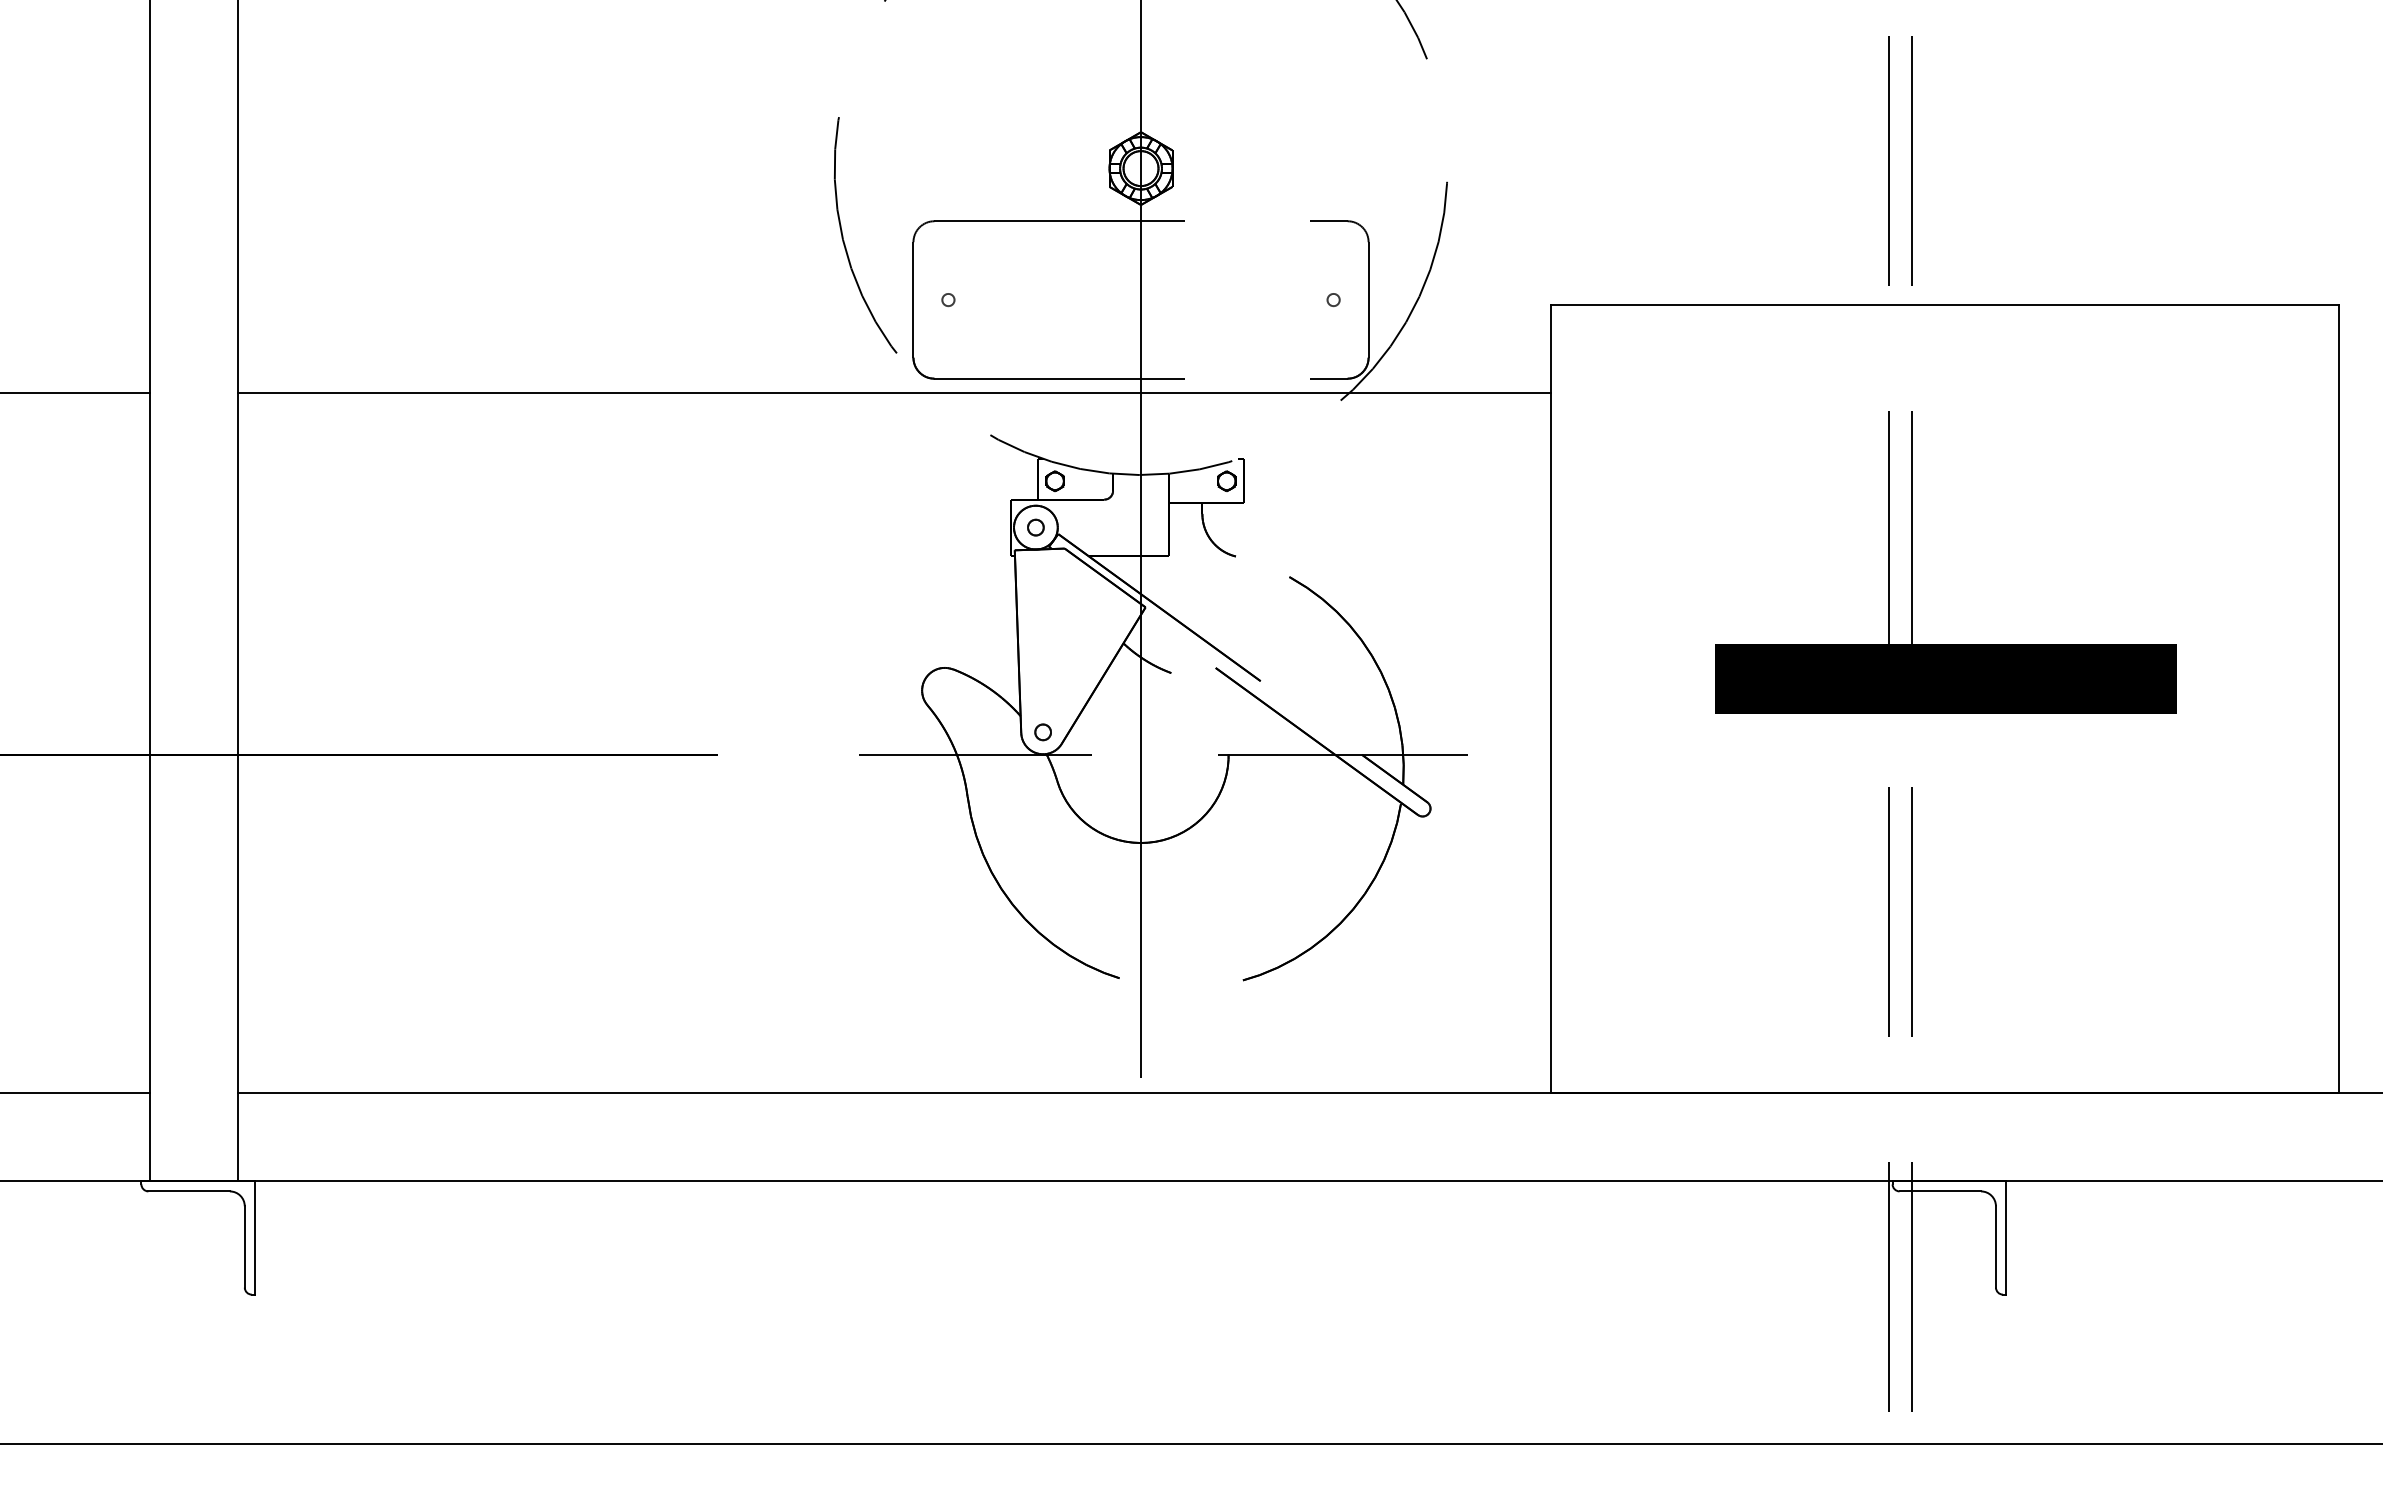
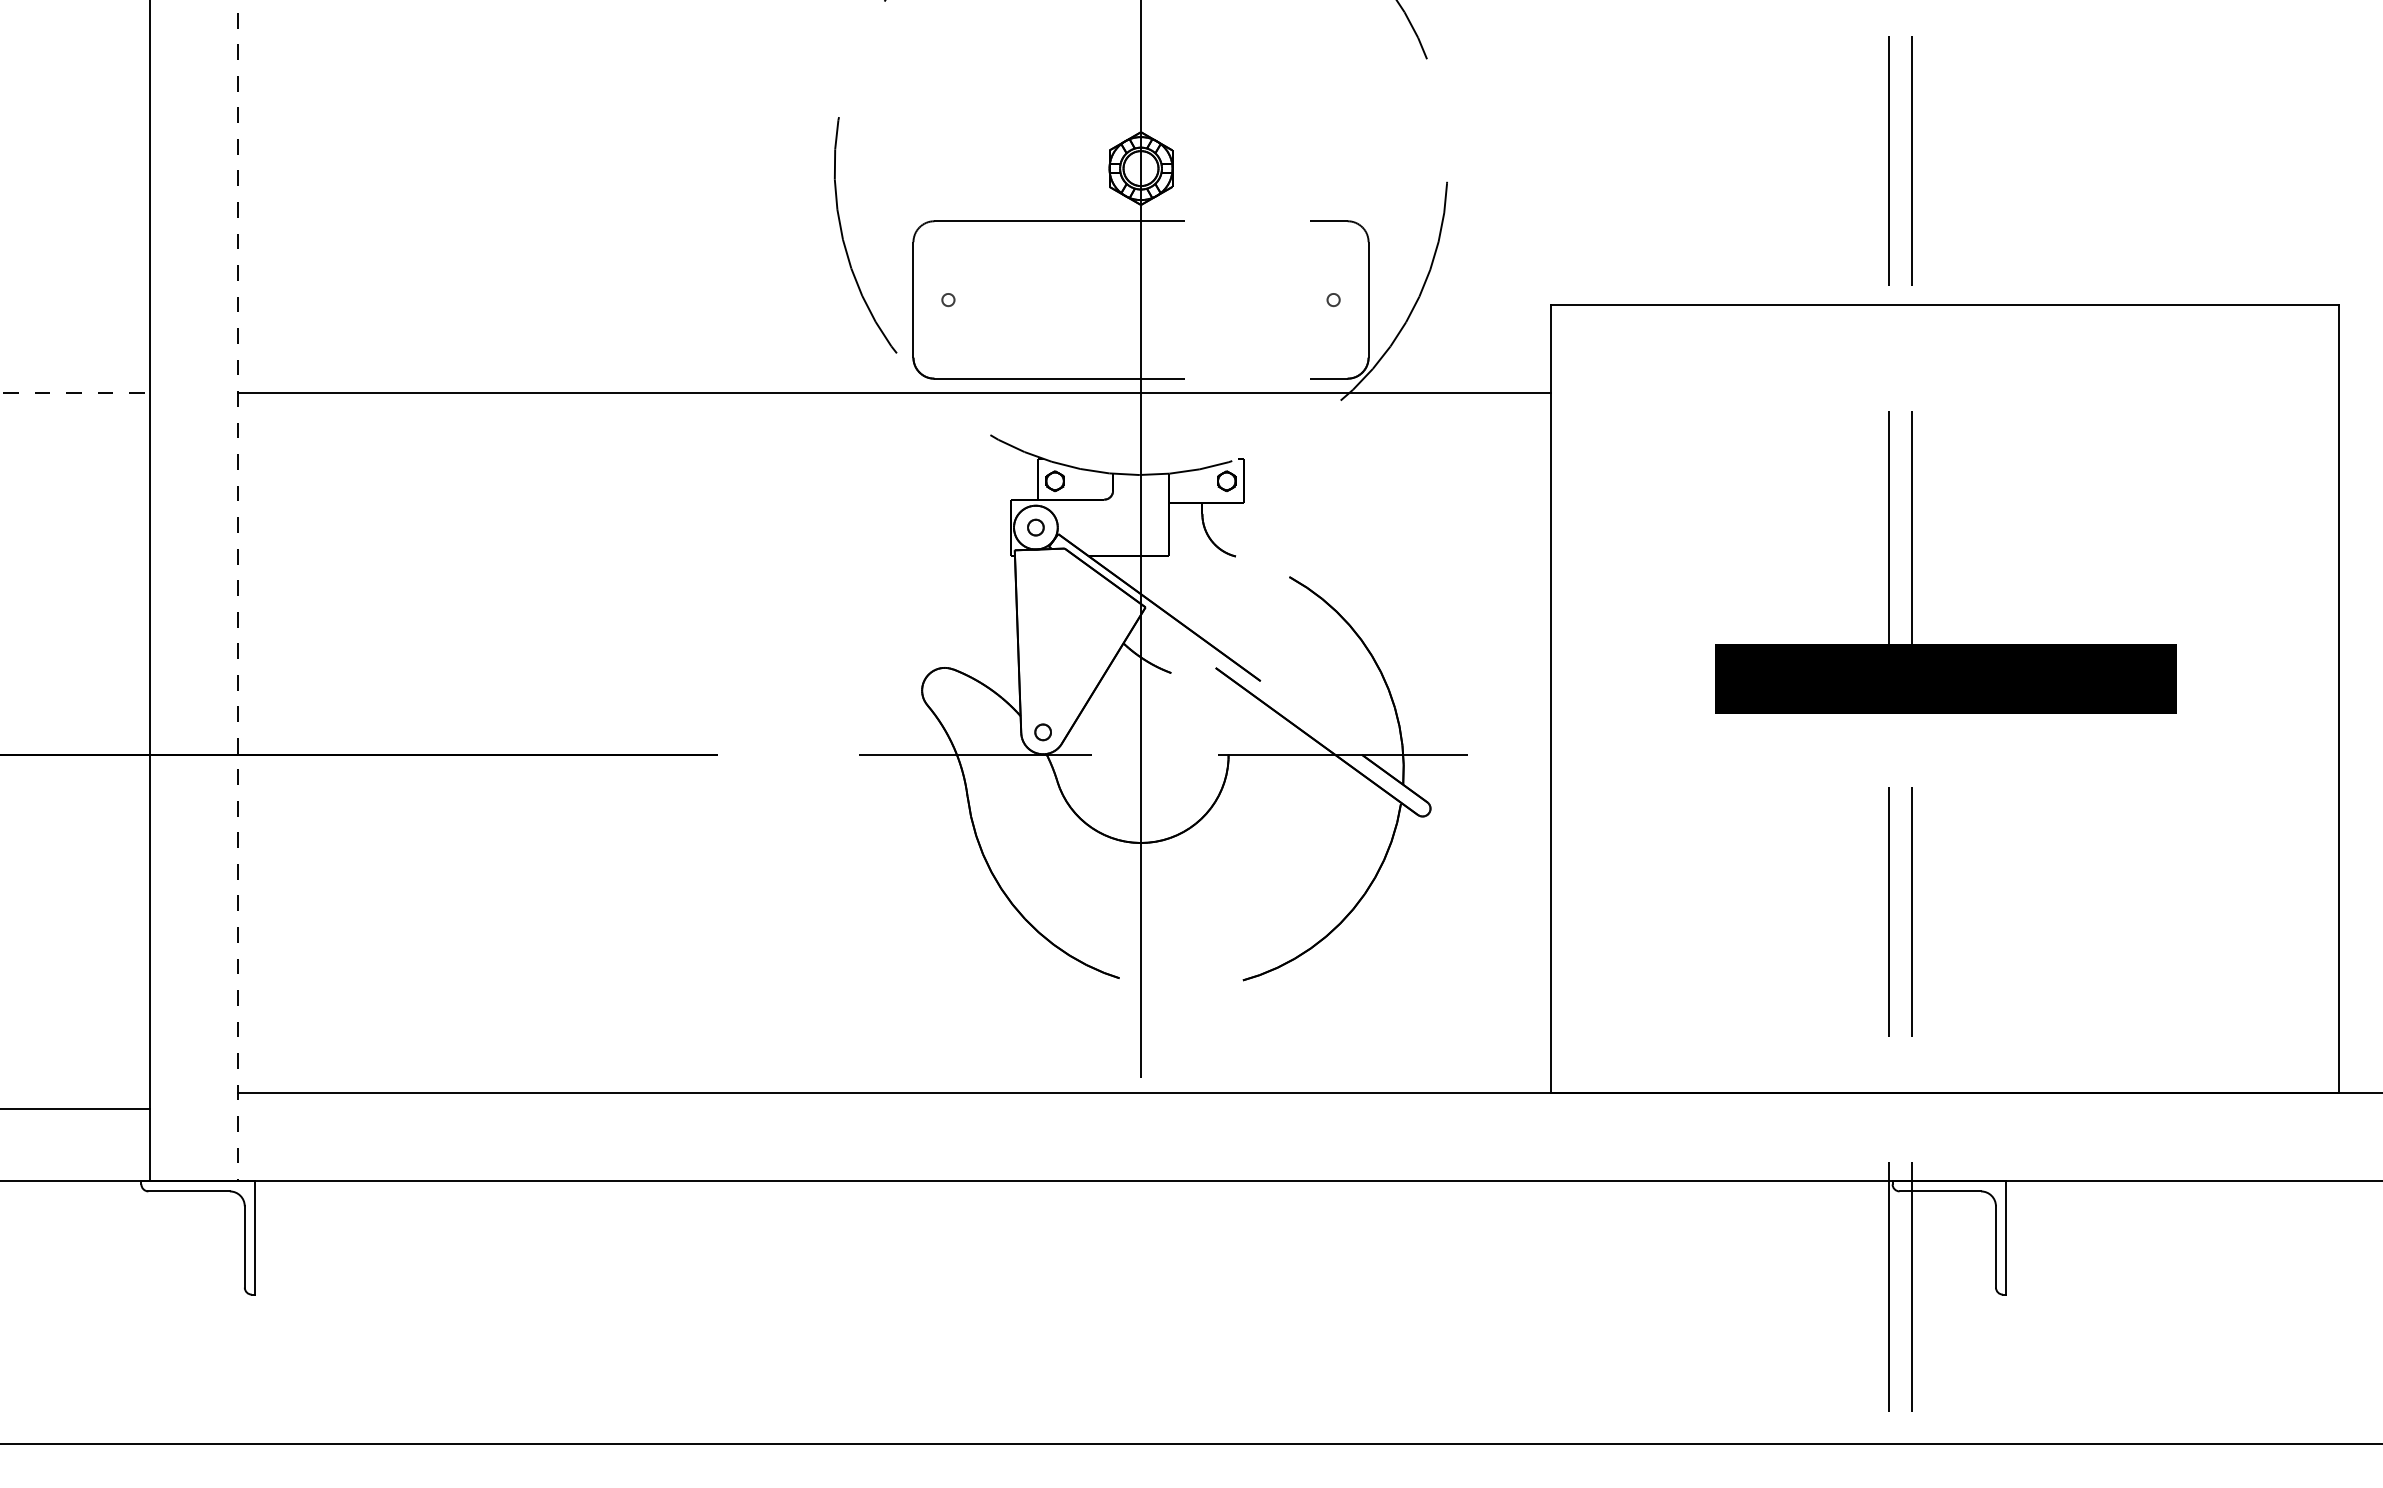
line at (75, 392): solid -> dashed
line at (237, 591): solid -> dashed
line at (76, 1093) position: (76, 1093) -> (76, 1109)
